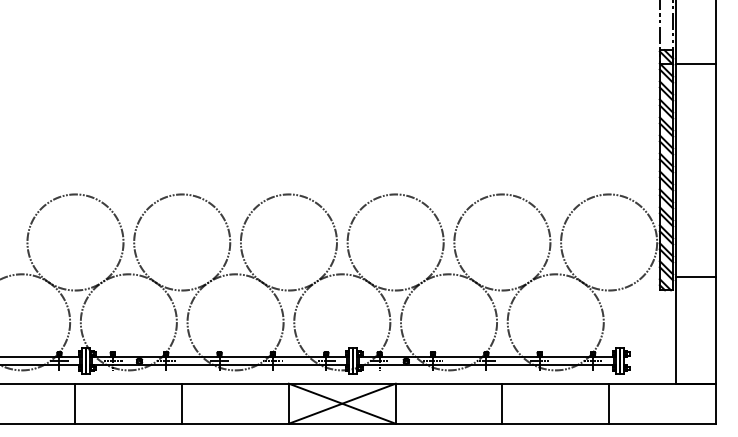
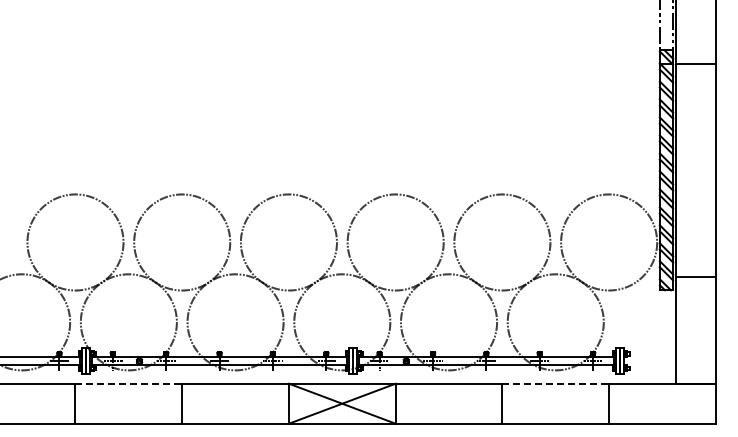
line at (129, 383): solid -> dashed
line at (556, 383): solid -> dashed
